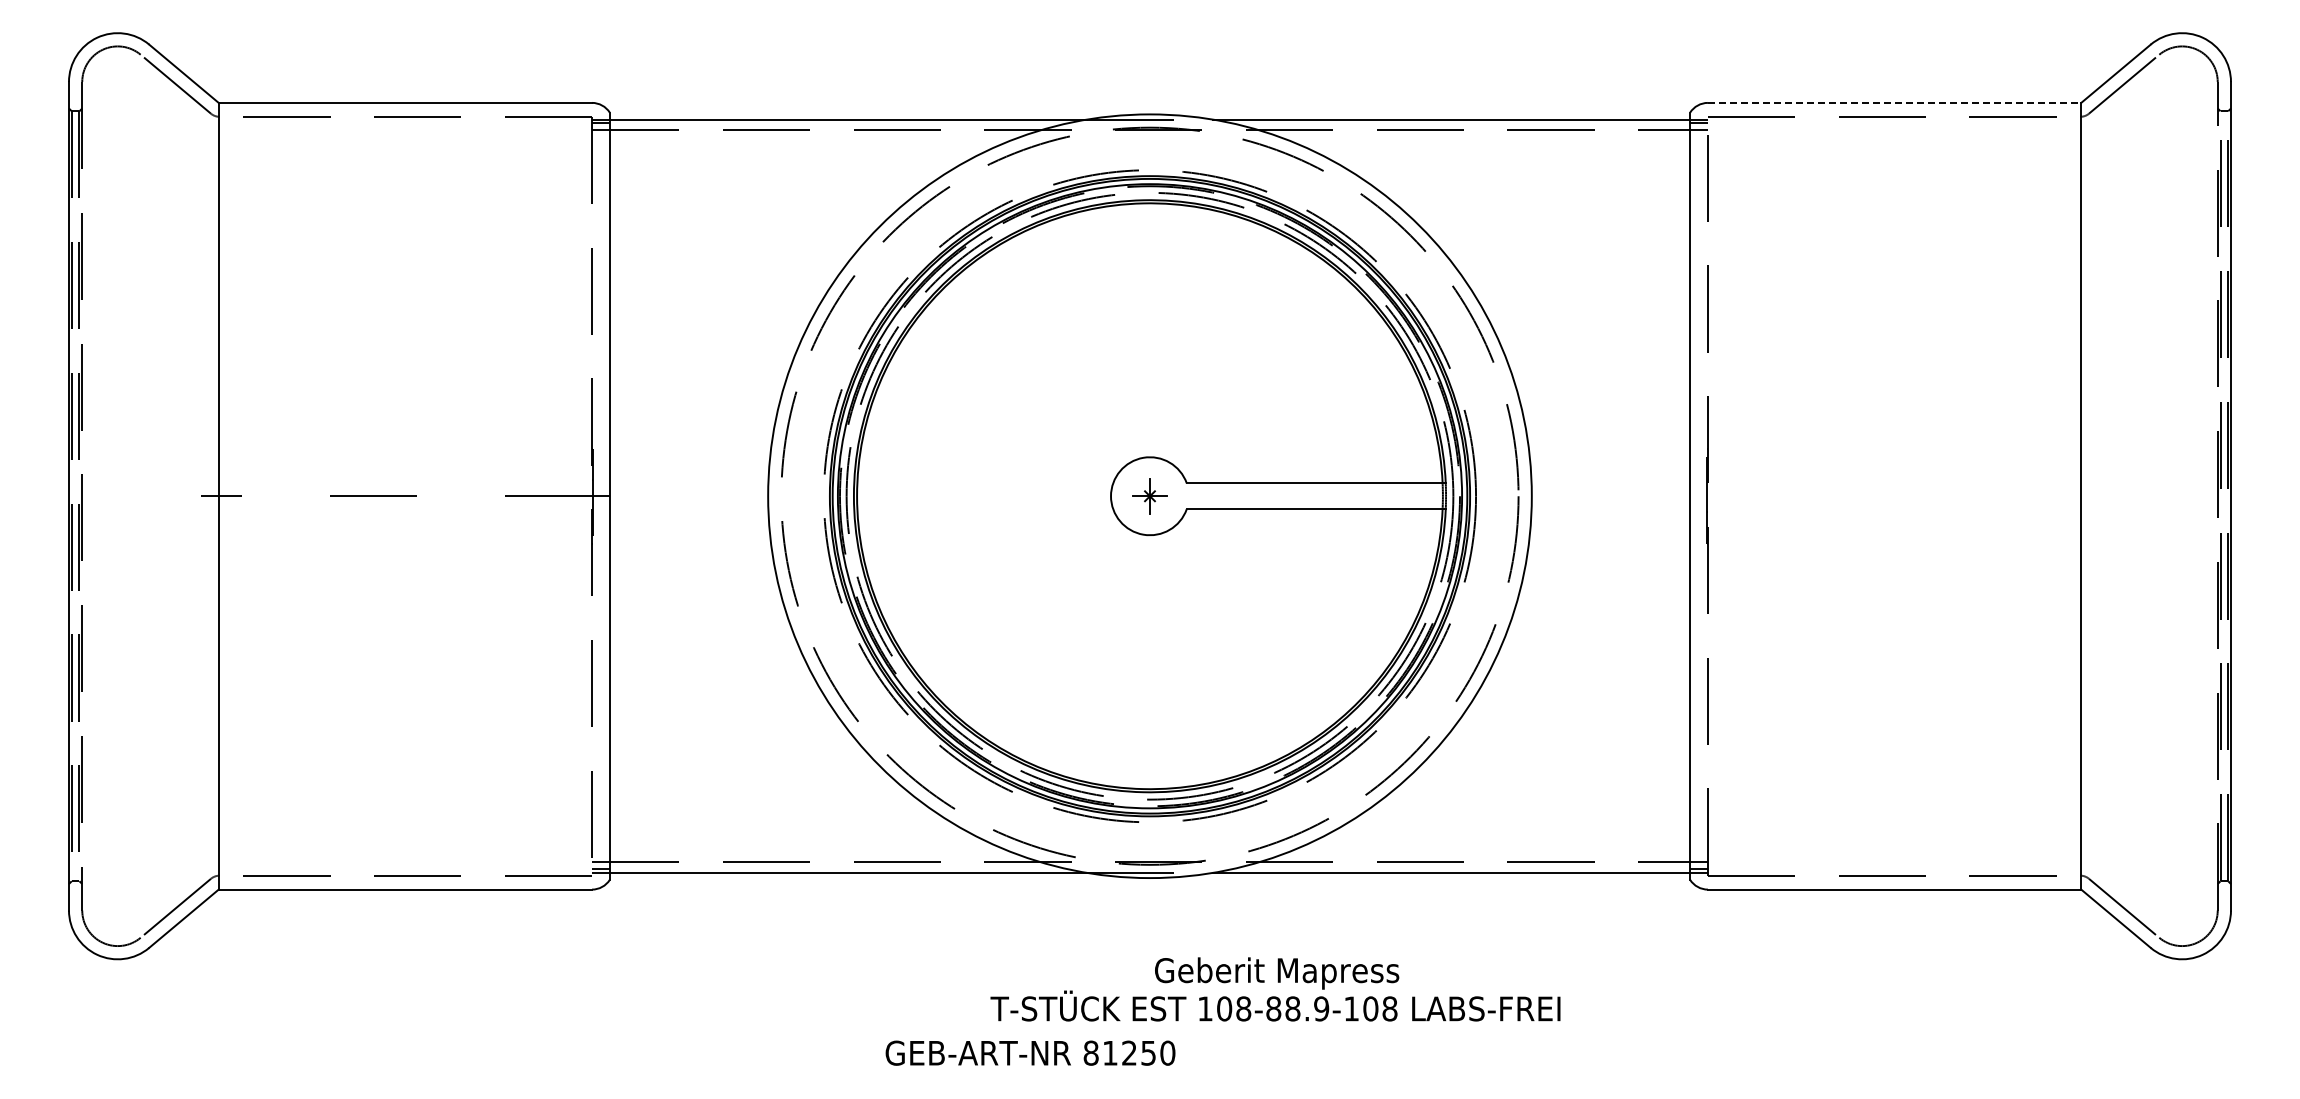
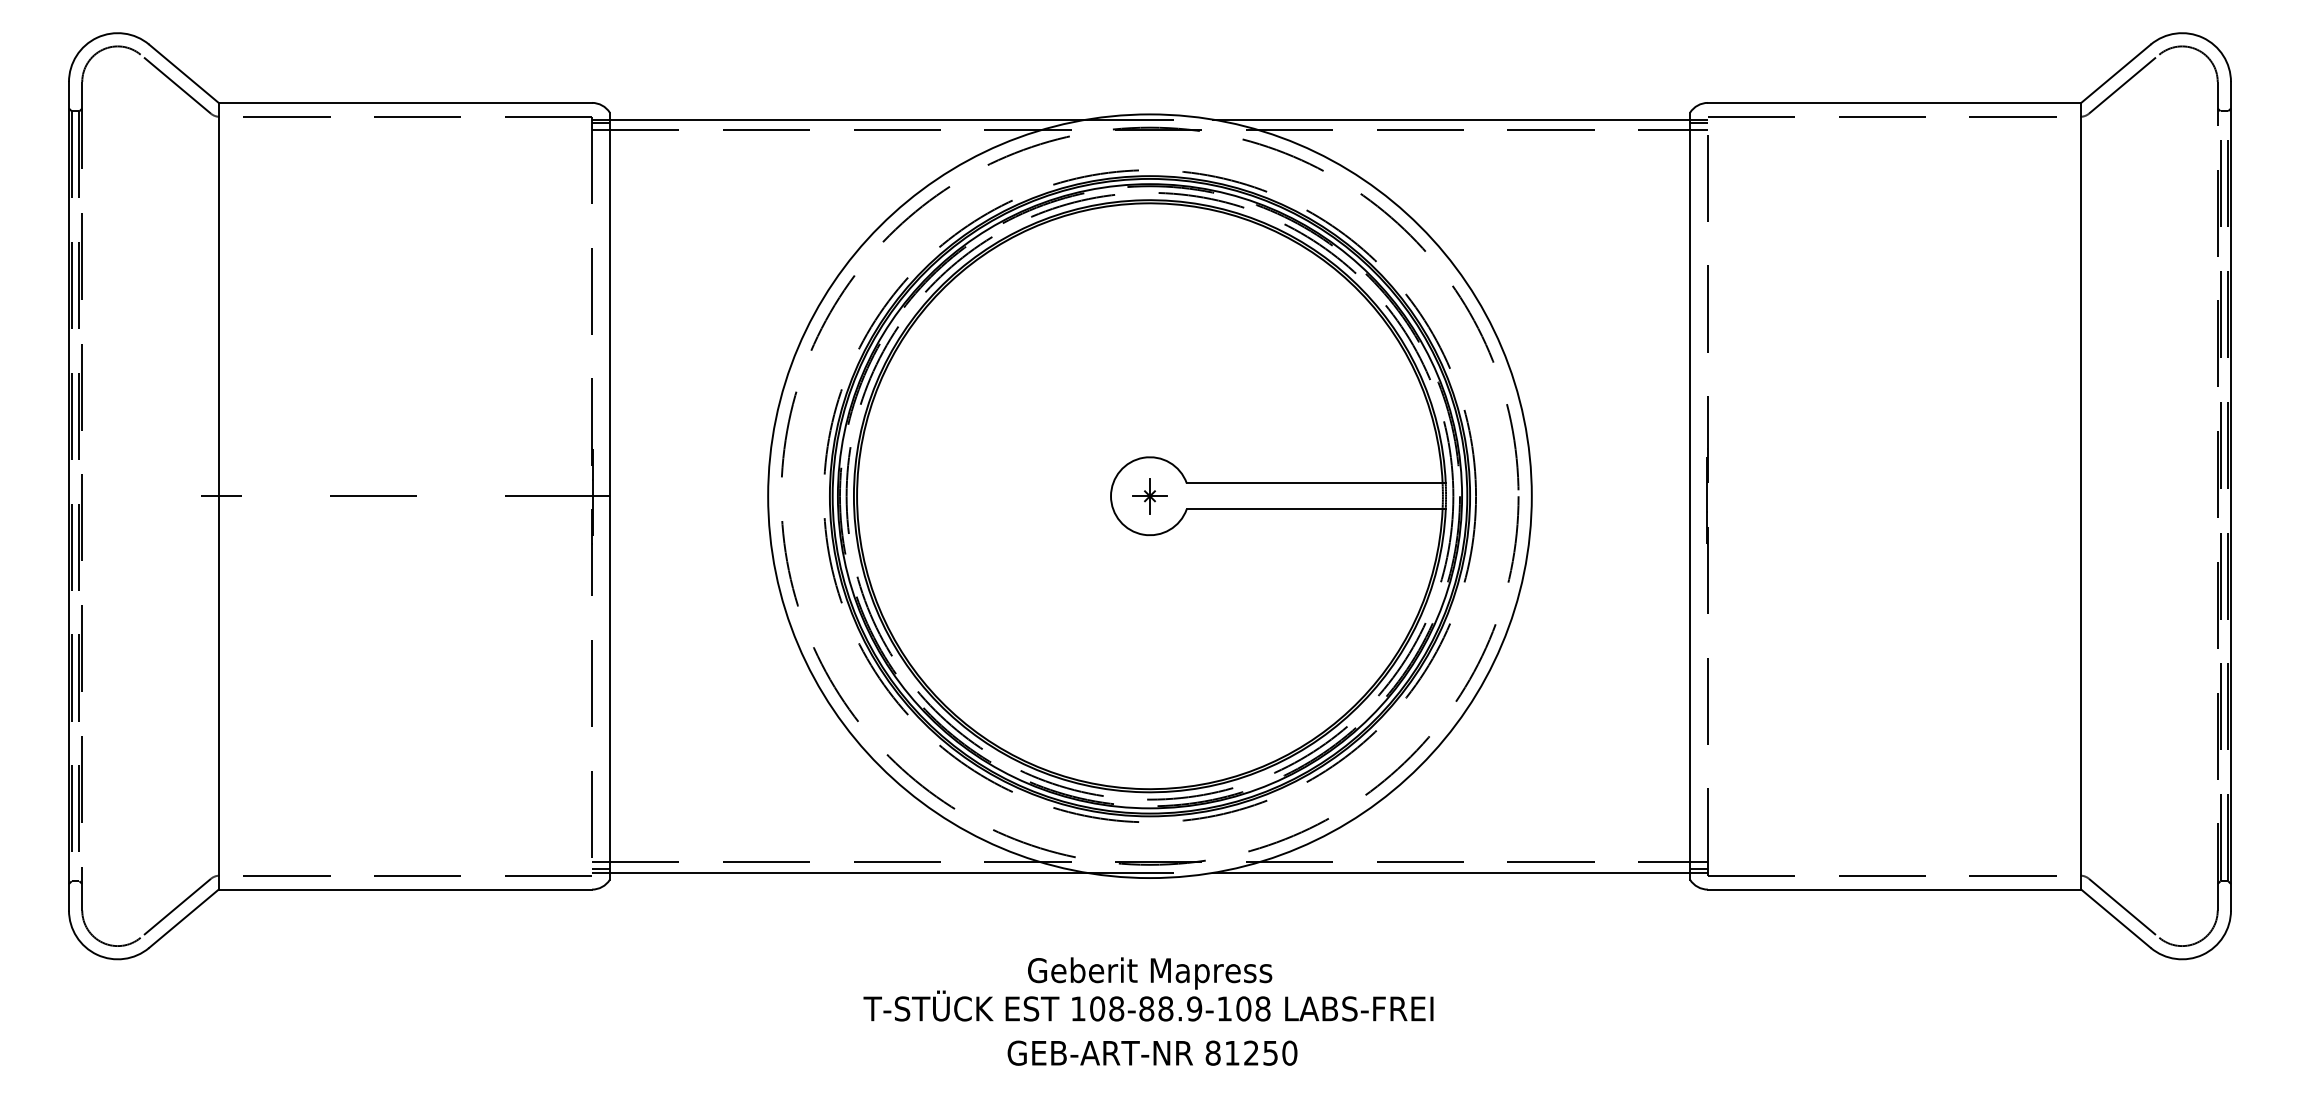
line at (1894, 102): dashed -> solid
text at (1275, 989) position: (1275, 989) -> (1148, 989)
text at (1030, 1052) position: (1030, 1052) -> (1152, 1052)
